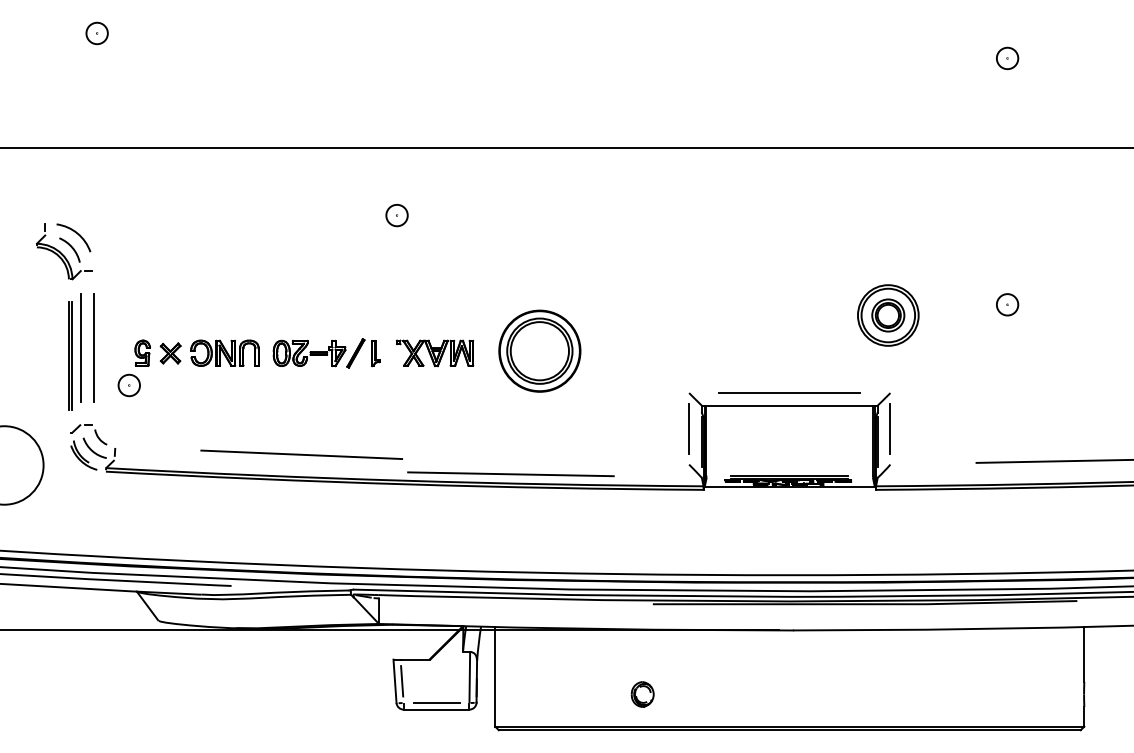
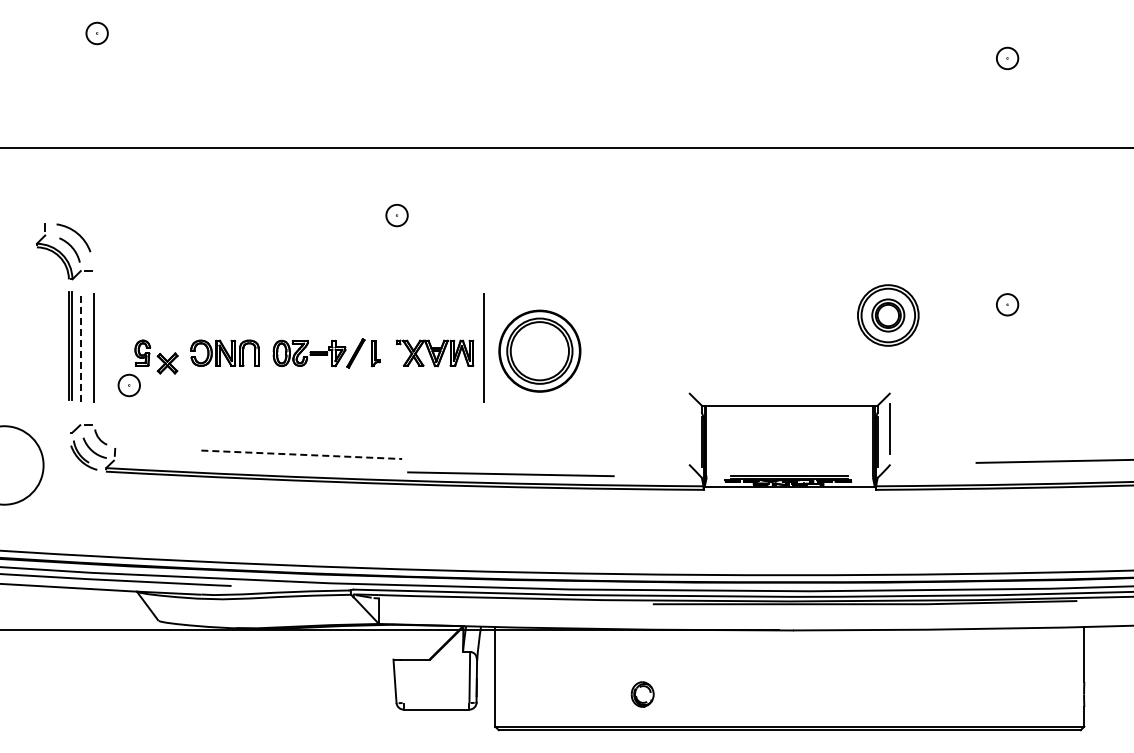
line at (80, 347): solid -> dashed
line at (483, 347): none -> present
part at (170, 353) position: (170, 353) -> (167, 363)
line at (69, 355) position: (69, 355) -> (69, 345)
line at (789, 392): present -> none
line at (689, 428): present -> none
line at (302, 454): solid -> dashed
line at (402, 681): present -> none
line at (436, 702): present -> none
